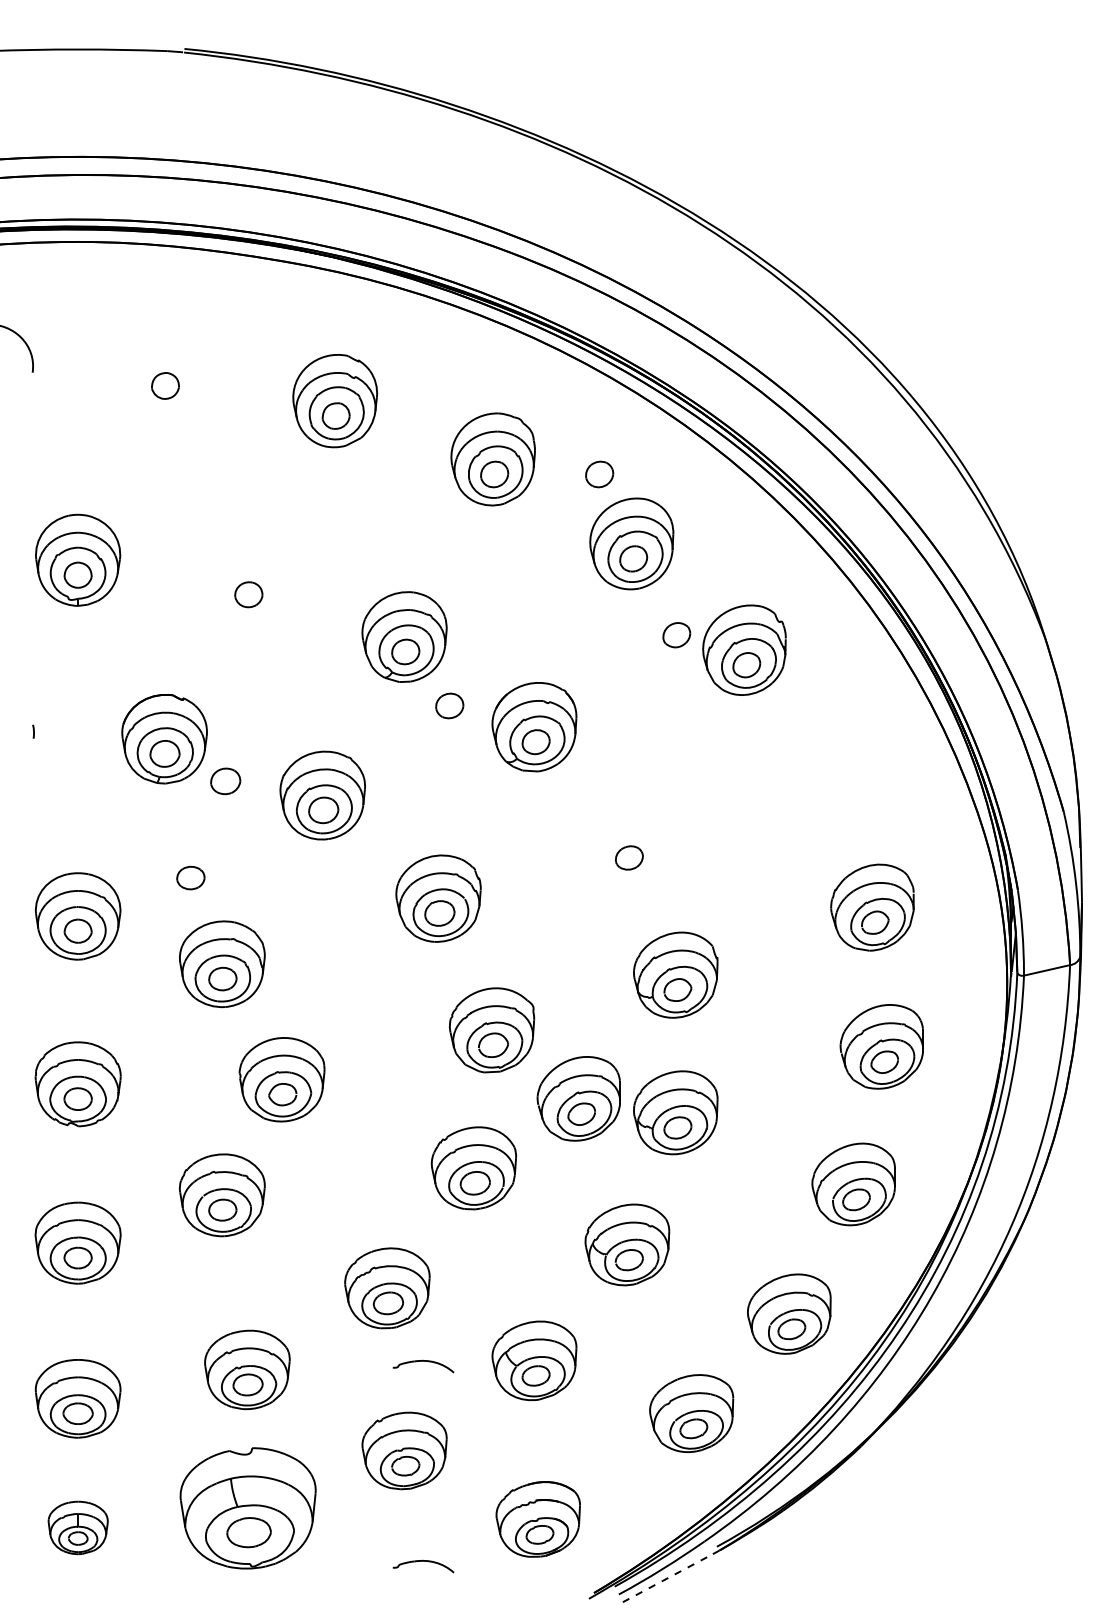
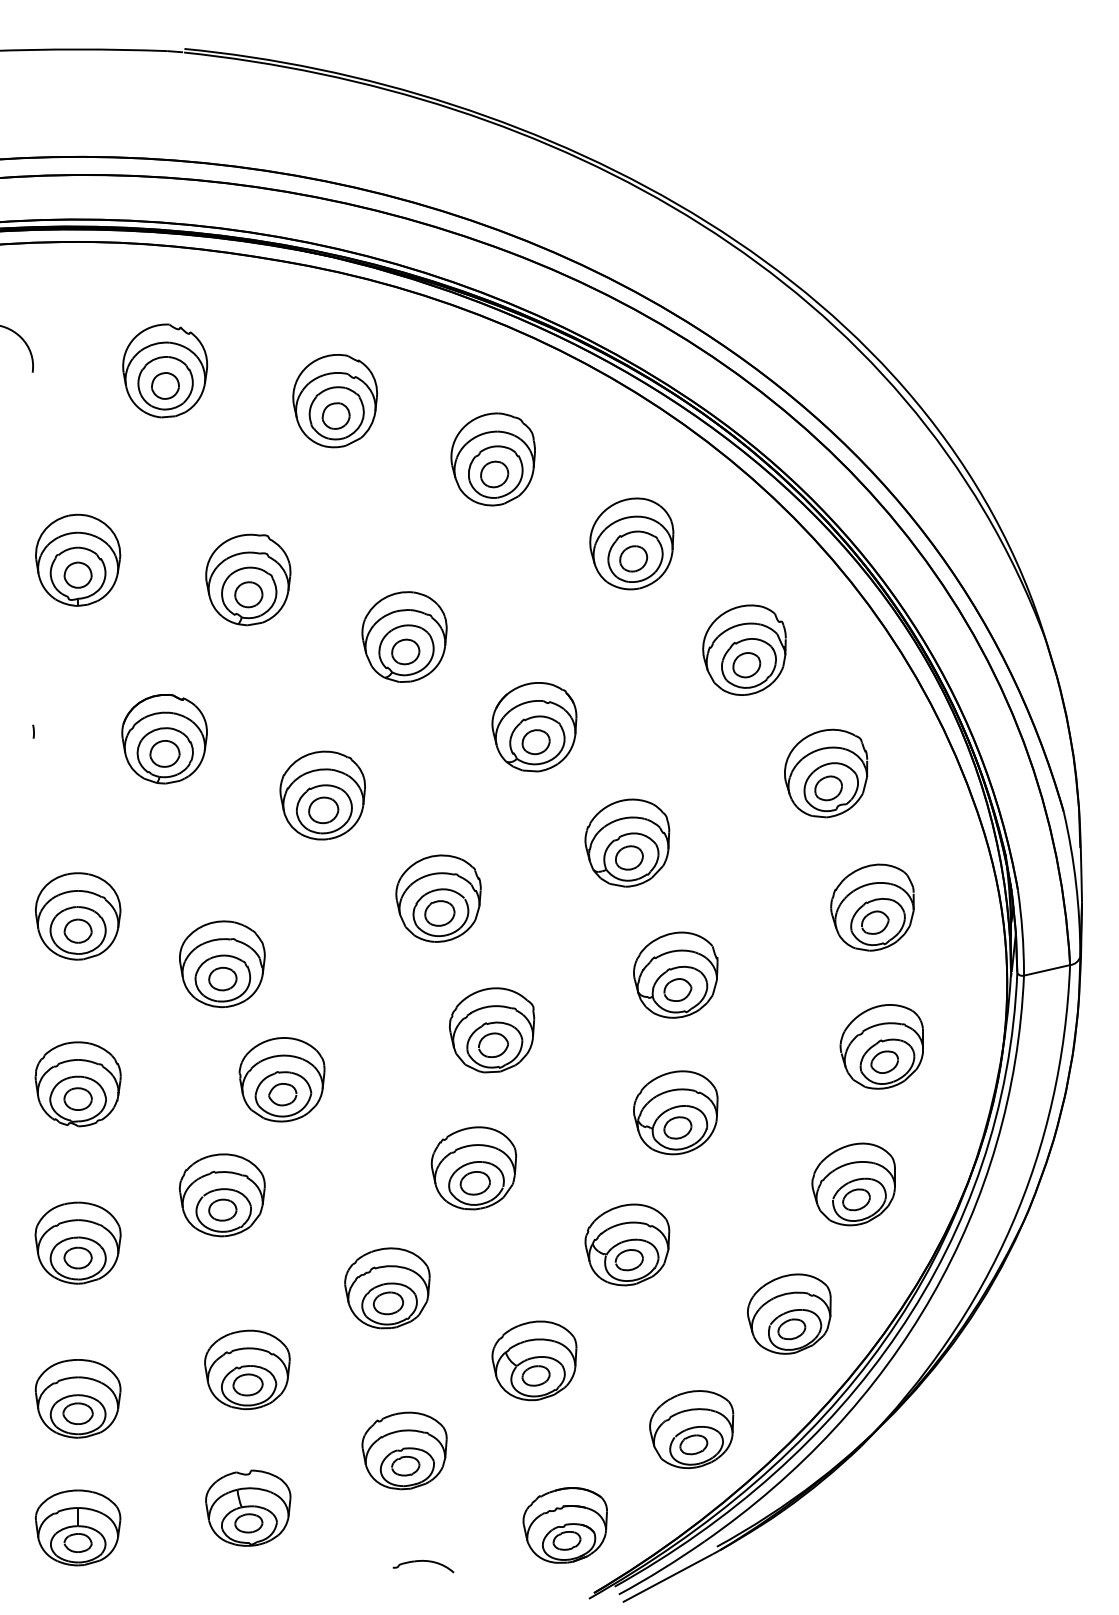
part at (165, 370): none -> present
part at (599, 474): present -> none
part at (248, 579): none -> present
part at (676, 635): present -> none
part at (449, 705): present -> none
part at (826, 773): none -> present
part at (225, 781): present -> none
part at (627, 842): none -> present
part at (190, 877): present -> none
part at (578, 1098): present -> none
part at (423, 1366): present -> none
part at (691, 1413) position: (691, 1413) -> (691, 1429)
part at (247, 1508) size: 138x123 px -> 87x78 px
part at (537, 1519) position: (537, 1519) -> (564, 1525)
part at (77, 1527) size: 62x56 px -> 87x78 px
line at (668, 1577): dashed -> solid
